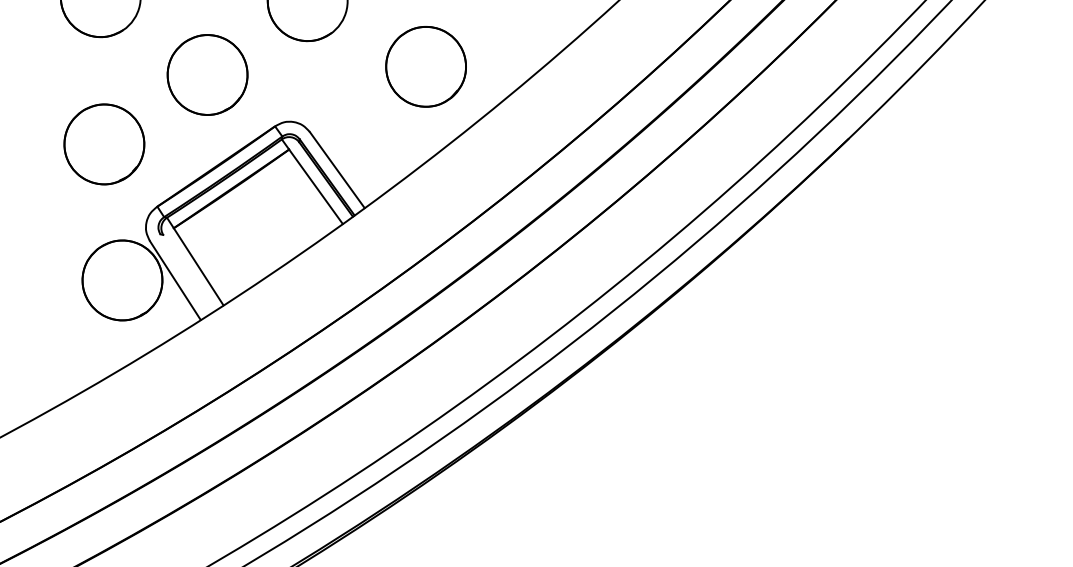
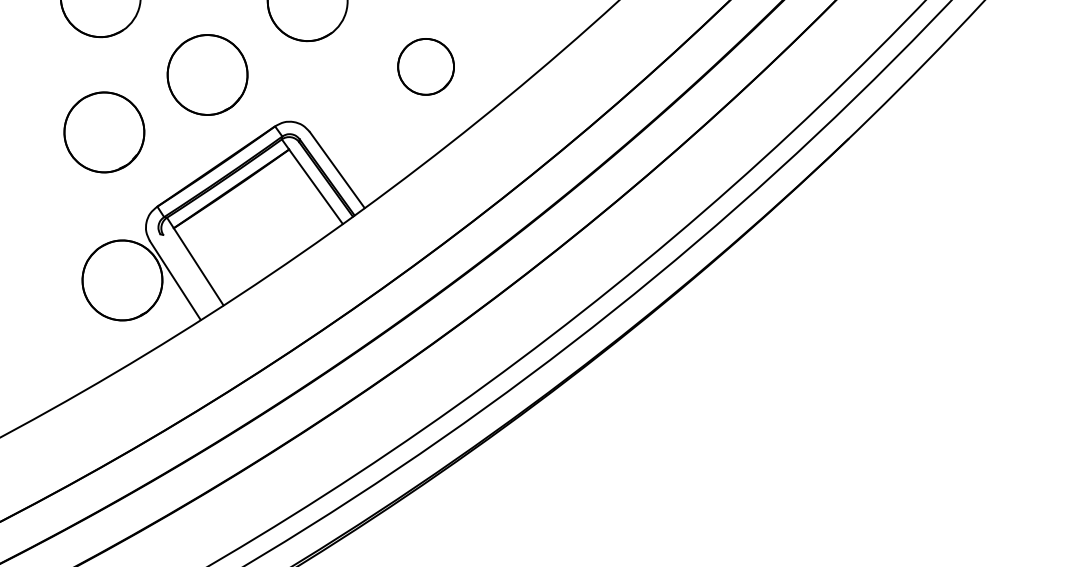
circle at (425, 66) size: 82x82 px -> 58x58 px
part at (104, 144) position: (104, 144) -> (104, 132)
